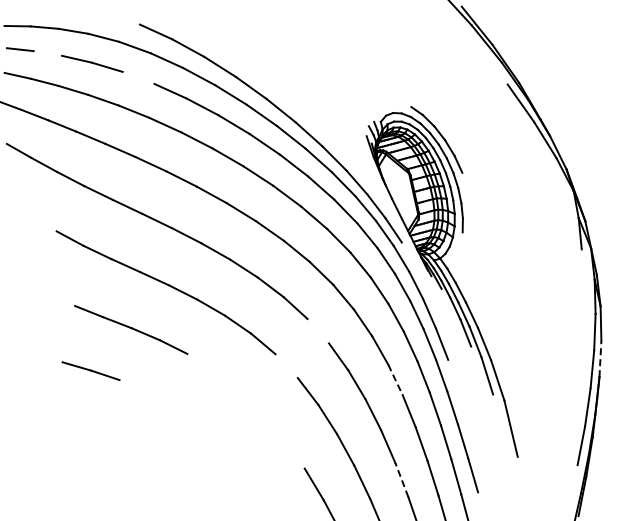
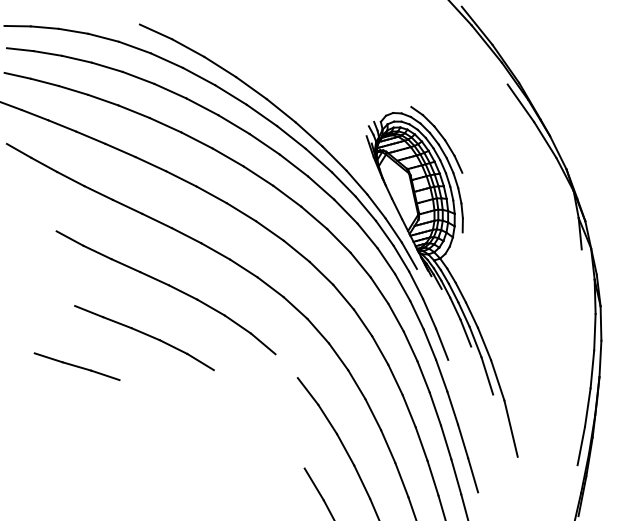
line at (47, 53): none -> present
line at (138, 77): none -> present
line at (408, 255): none -> present
line at (318, 330): none -> present
line at (48, 357): none -> present
line at (600, 358): dashed -> solid
line at (200, 361): none -> present
line at (395, 379): dashed -> solid
line at (401, 479): dashed -> solid
